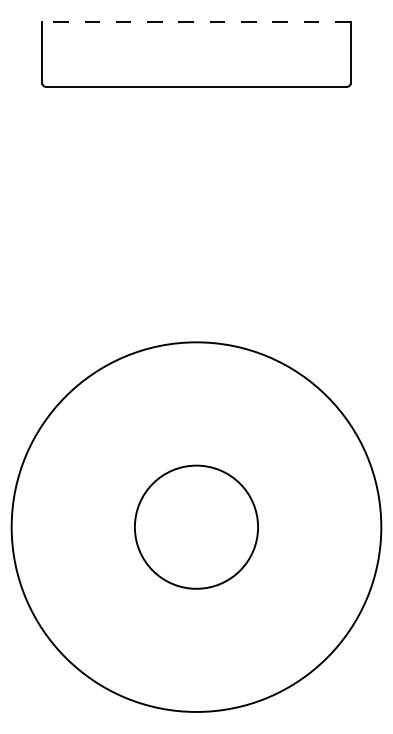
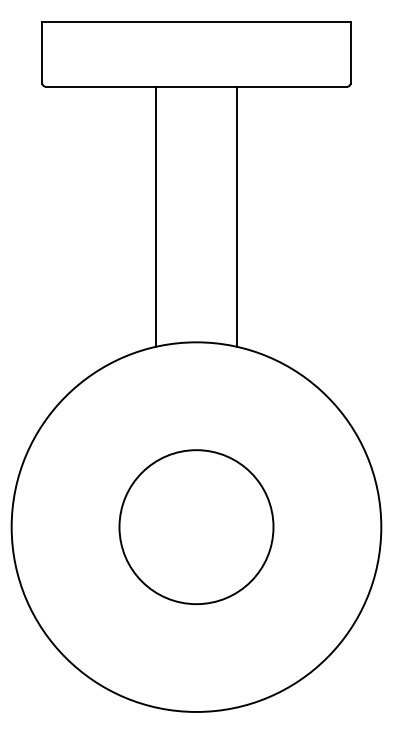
line at (196, 22): dashed -> solid
line at (156, 216): none -> present
line at (236, 216): none -> present
circle at (196, 526) size: 125x126 px -> 157x157 px
